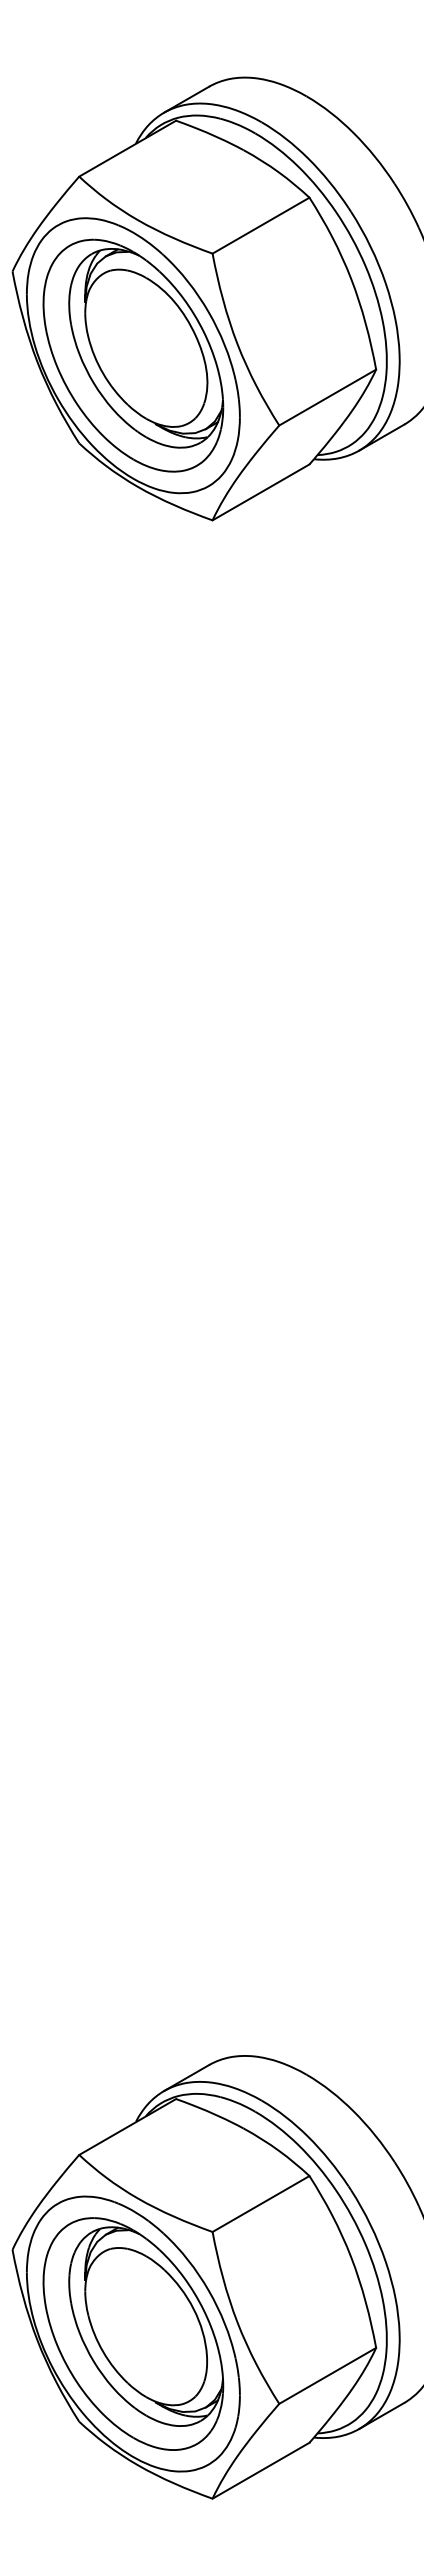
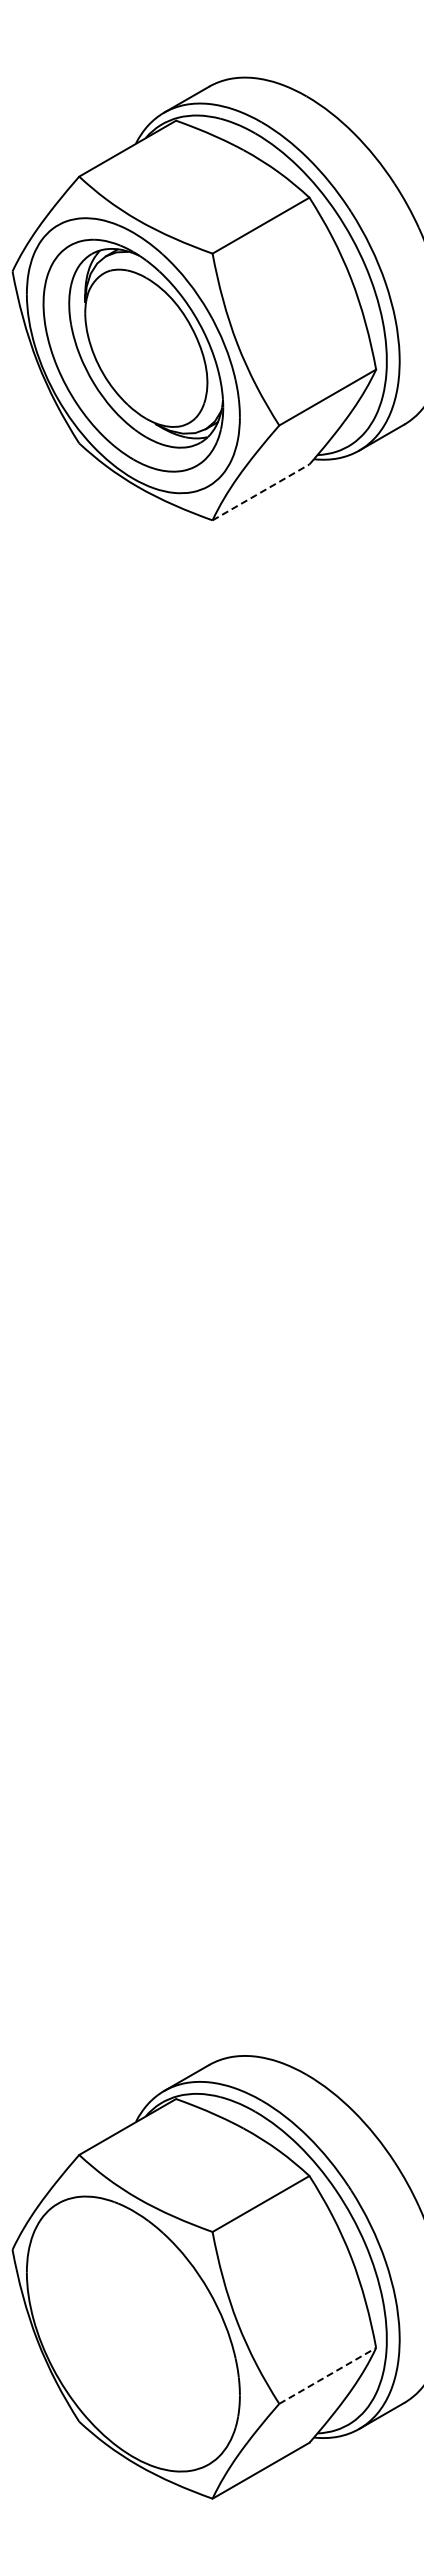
line at (261, 492): solid -> dashed
part at (133, 2333): present -> none
line at (327, 2375): solid -> dashed
